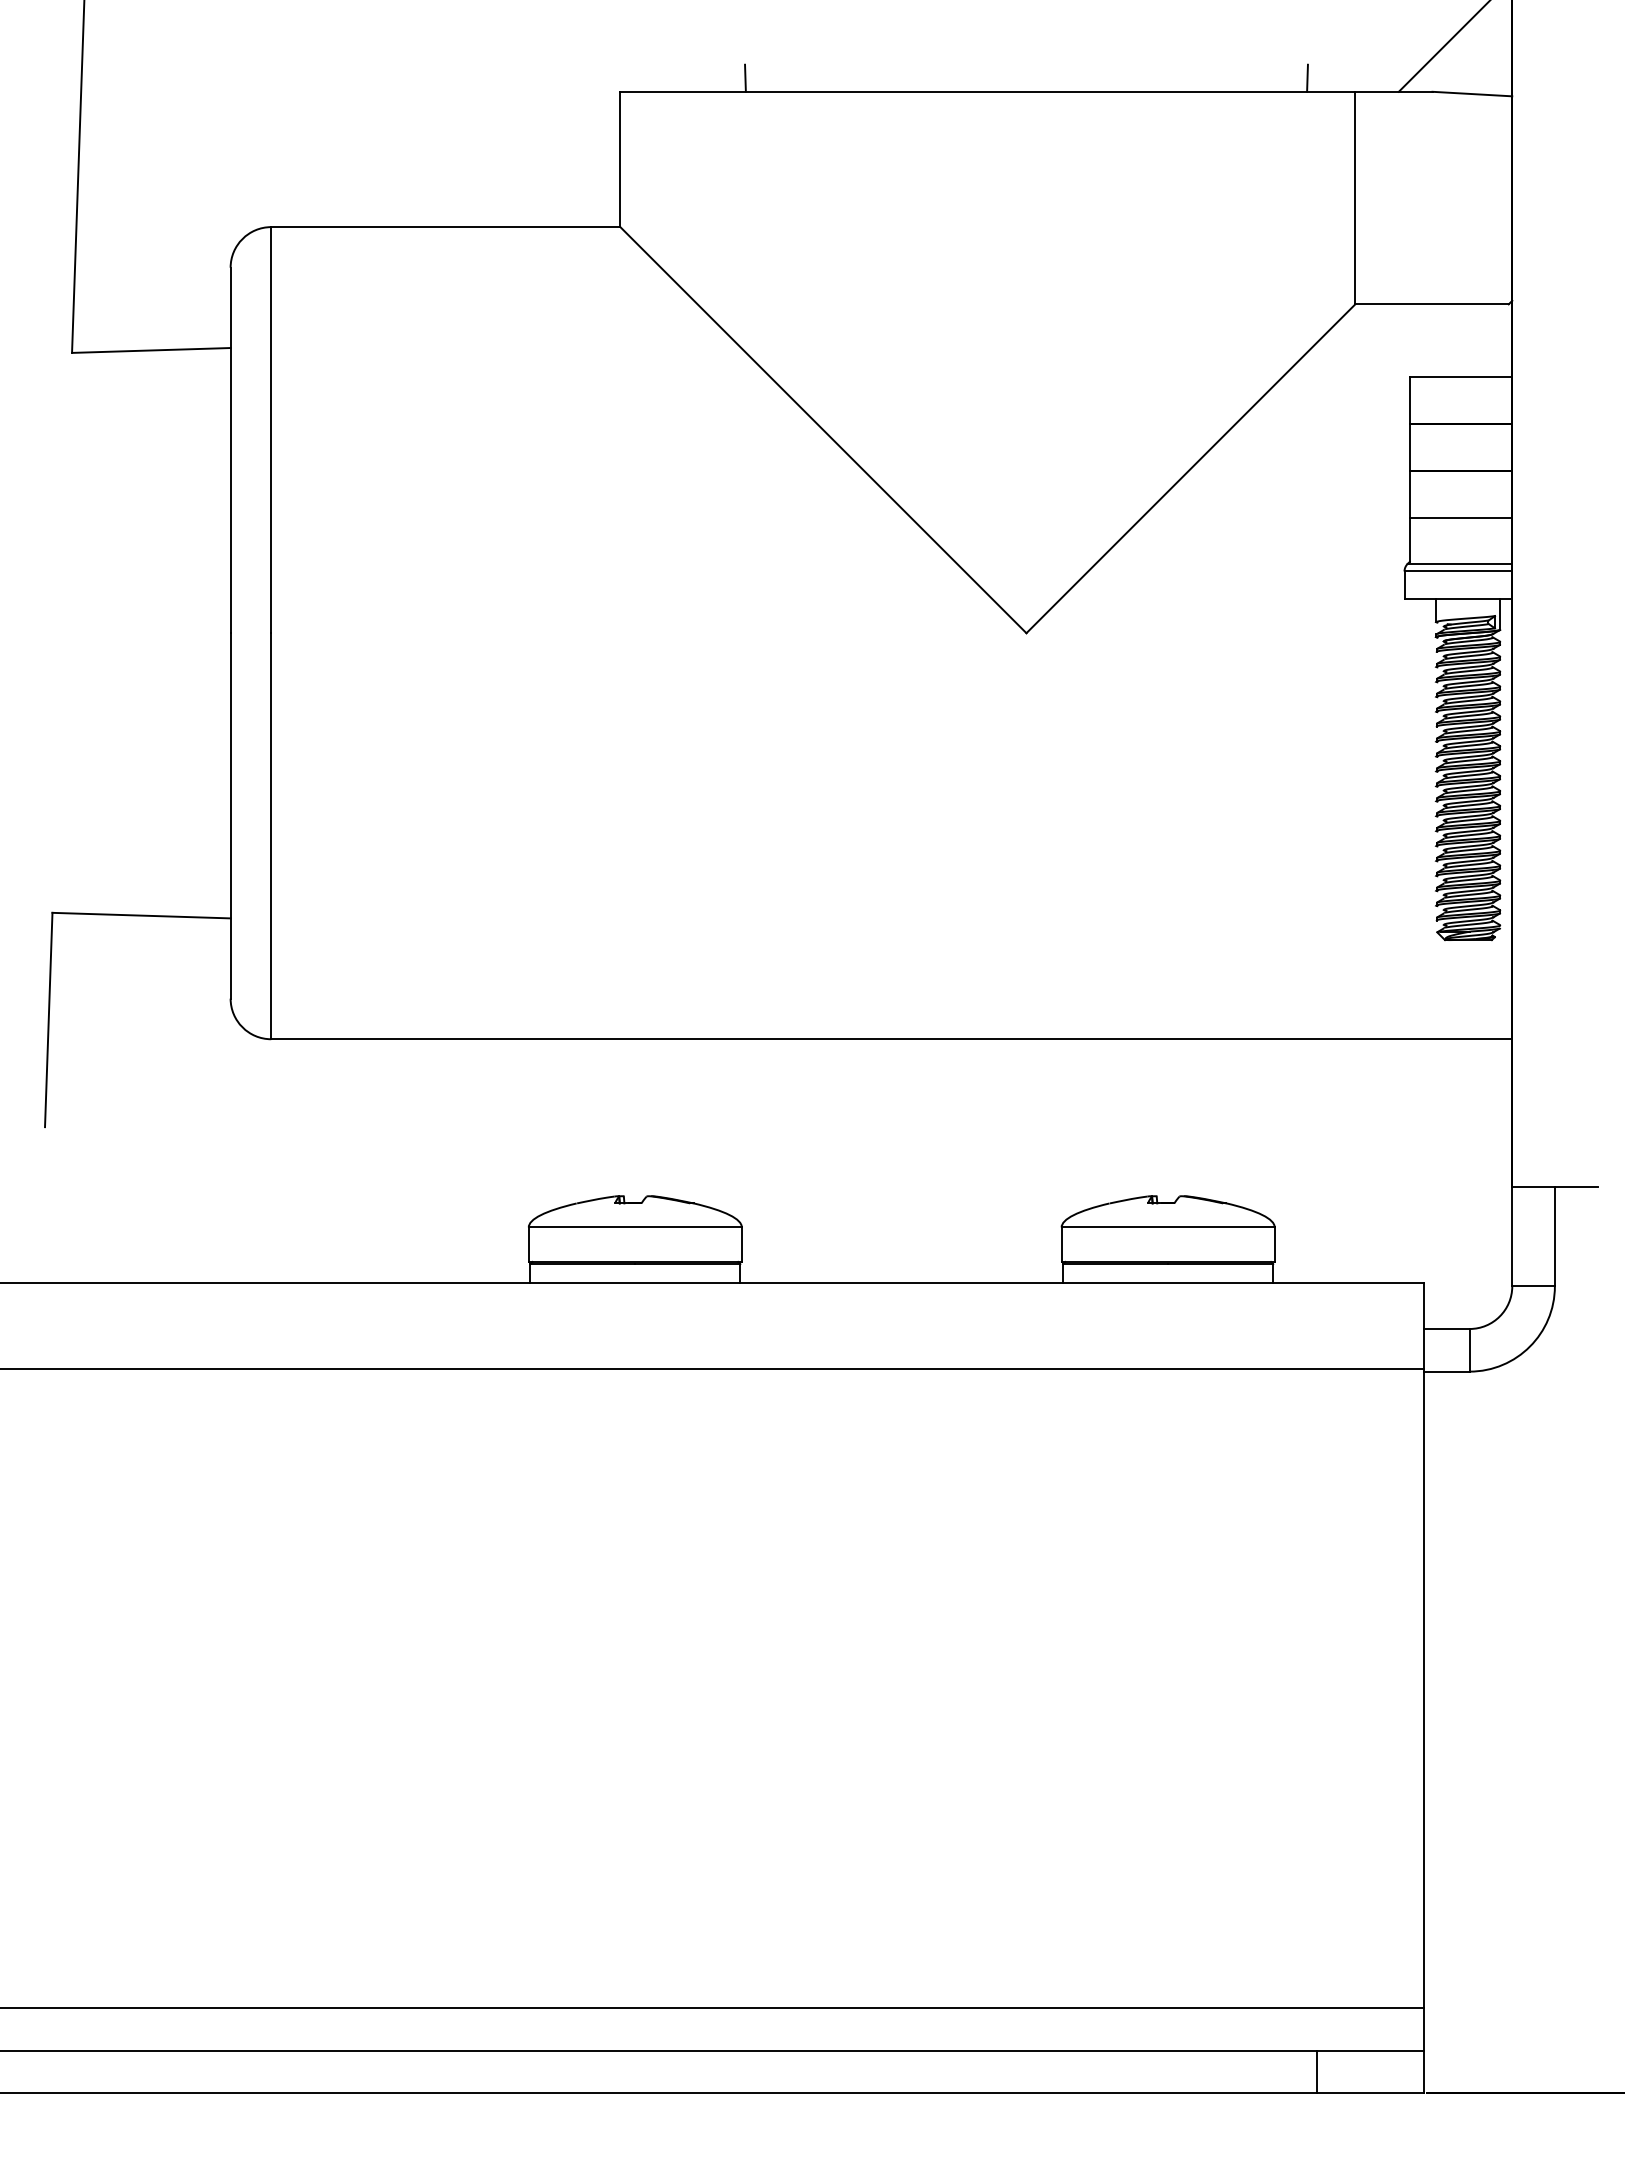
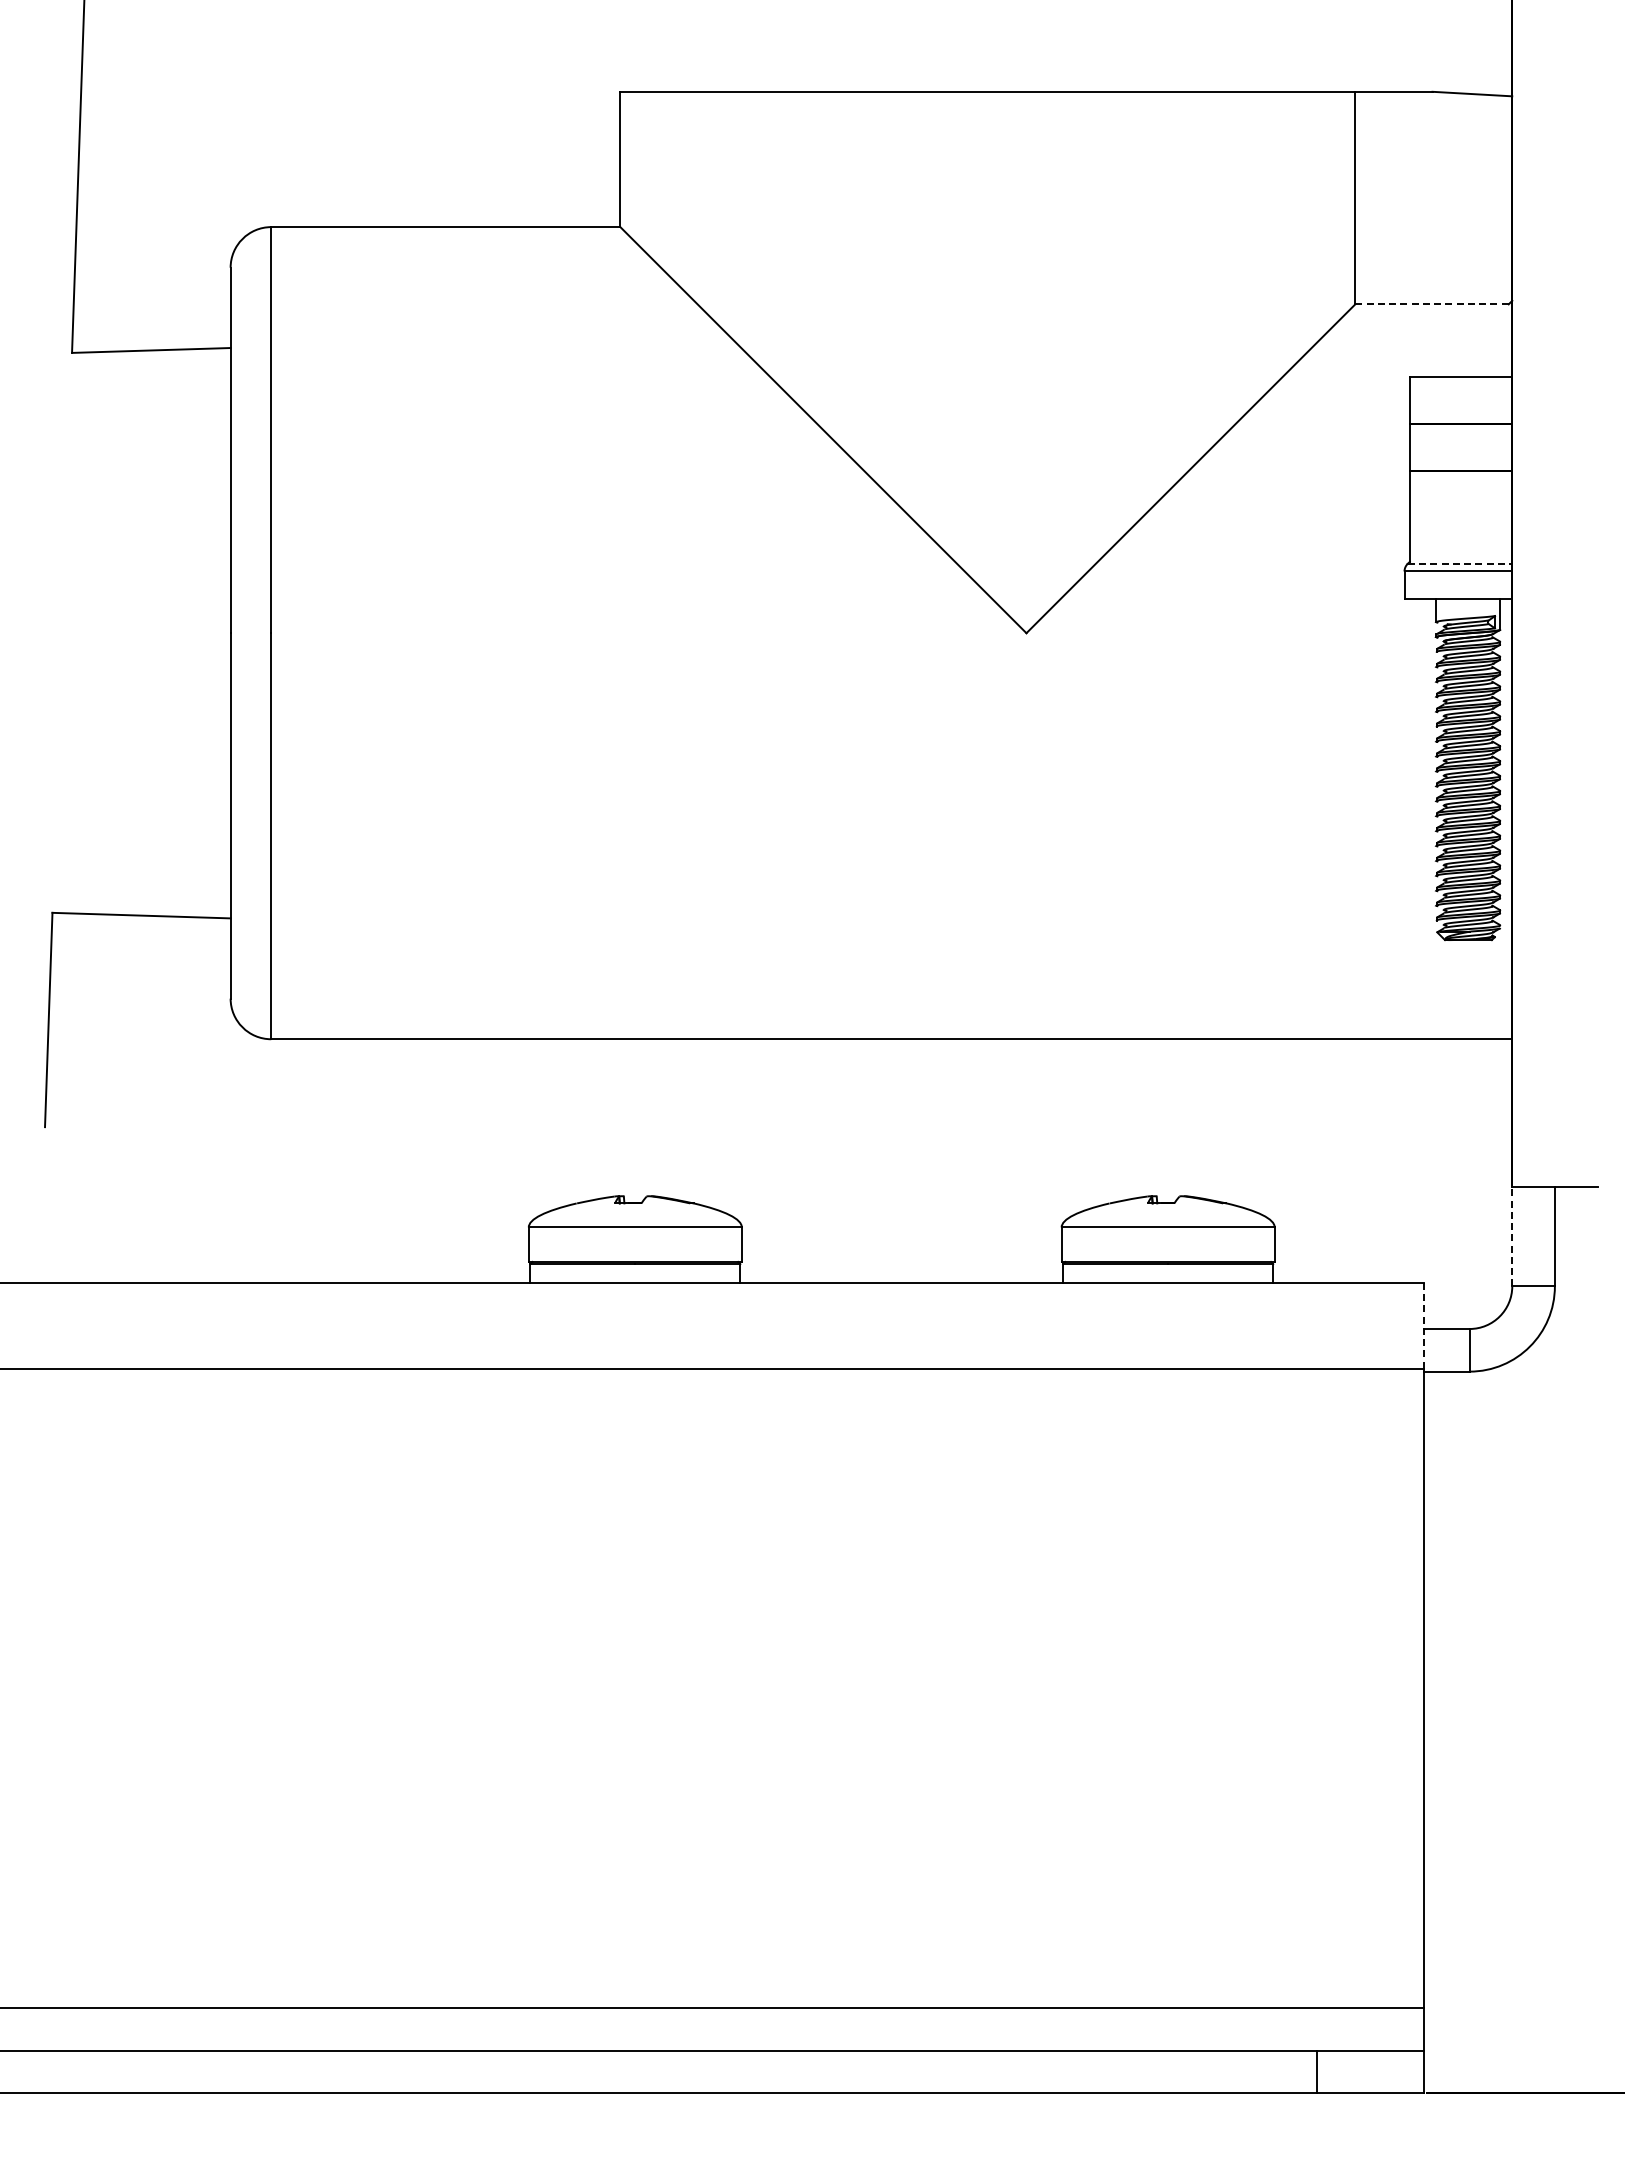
line at (1443, 46): present -> none
line at (745, 77): present -> none
line at (1307, 77): present -> none
line at (1432, 304): solid -> dashed
line at (1460, 518): present -> none
line at (1460, 563): solid -> dashed
line at (1512, 1236): solid -> dashed
line at (1423, 1325): solid -> dashed
